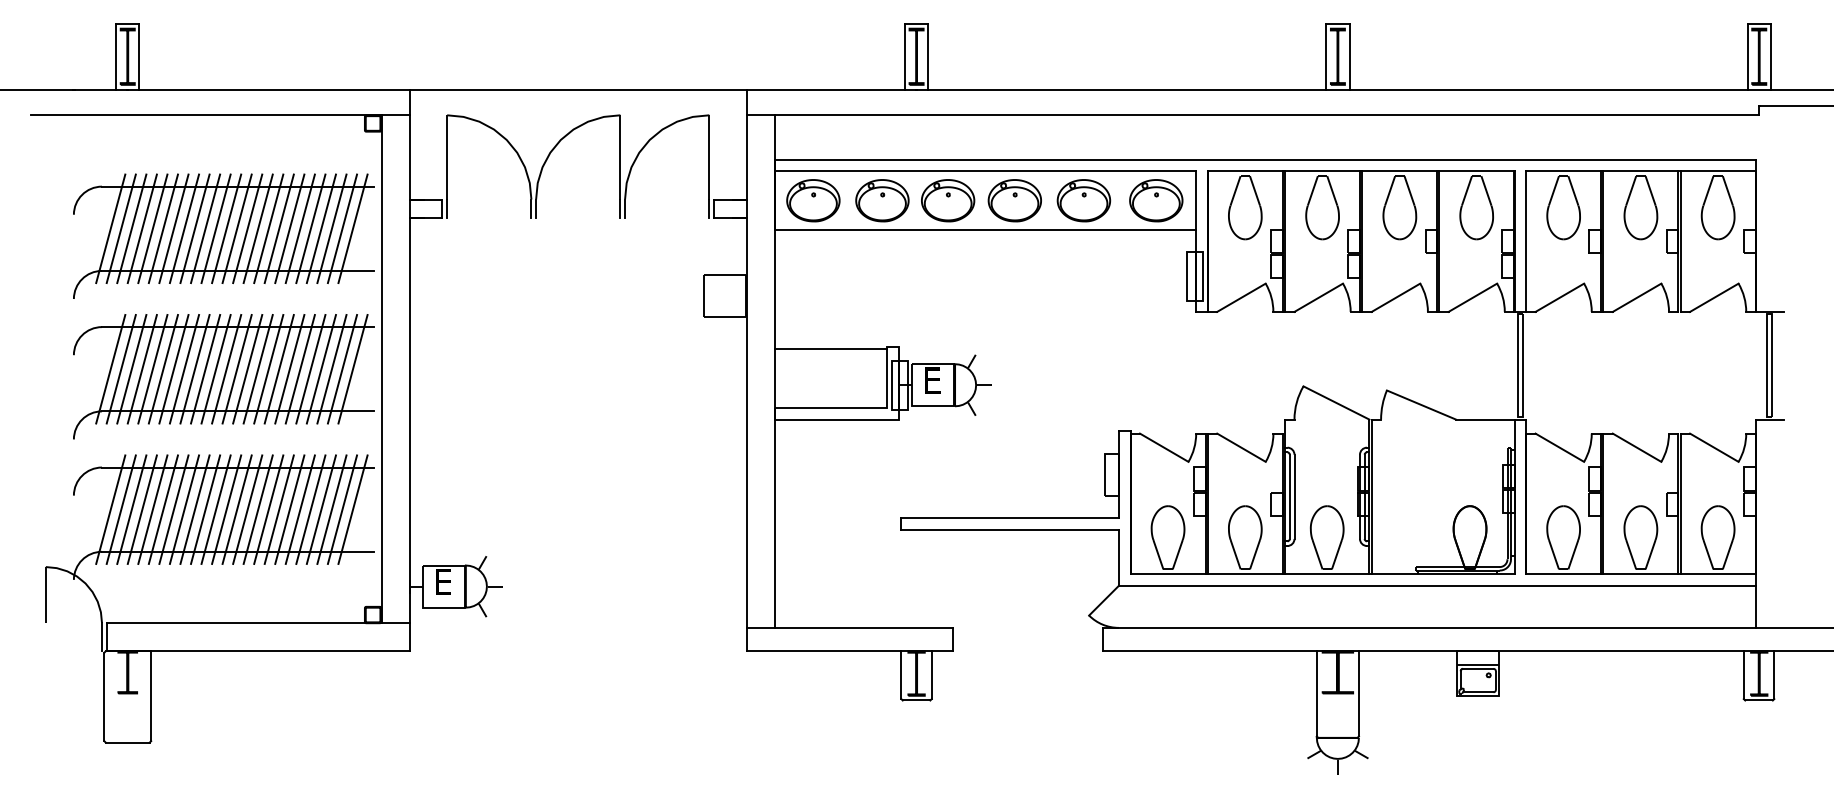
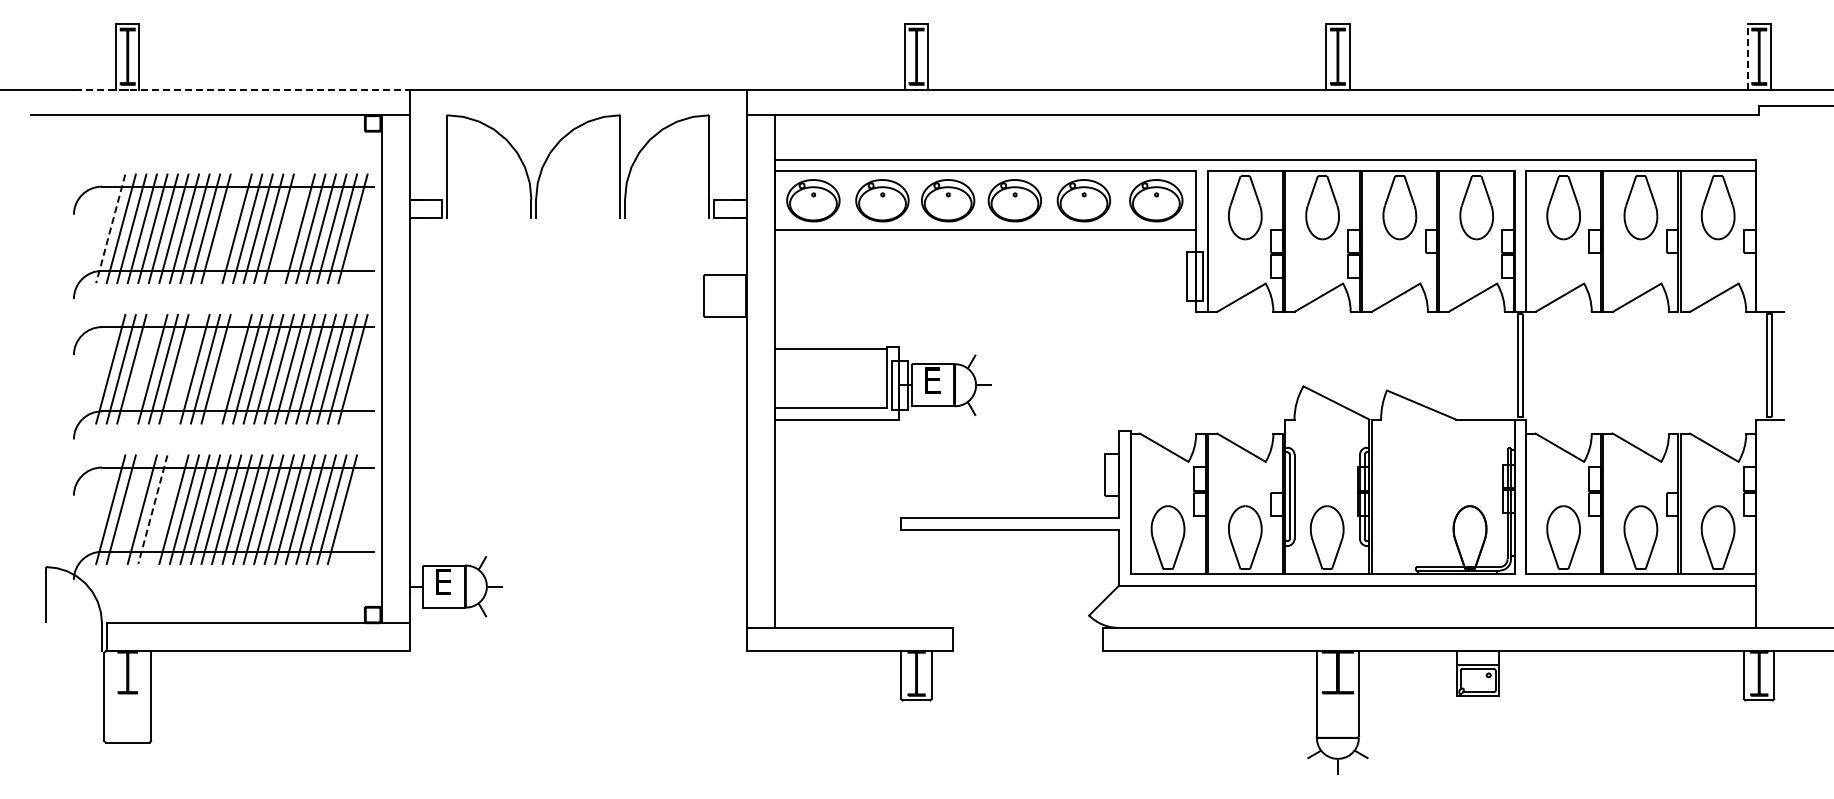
line at (1747, 56): solid -> dashed
line at (242, 89): solid -> dashed
line at (226, 228): present -> none
line at (289, 228): present -> none
line at (110, 229): solid -> dashed
line at (141, 369): present -> none
line at (184, 369): present -> none
line at (226, 369): present -> none
line at (131, 509): present -> none
line at (162, 509): present -> none
line at (352, 509): present -> none
line at (152, 510): solid -> dashed
